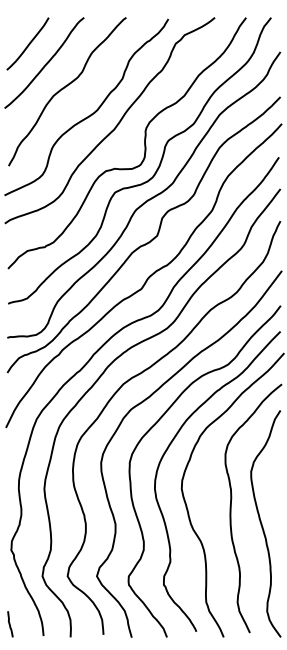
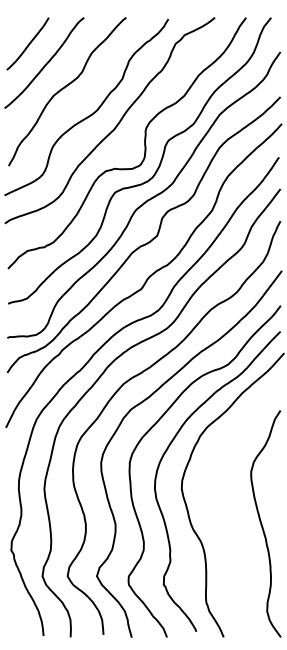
curve at (231, 508): present -> none
line at (10, 624): present -> none
